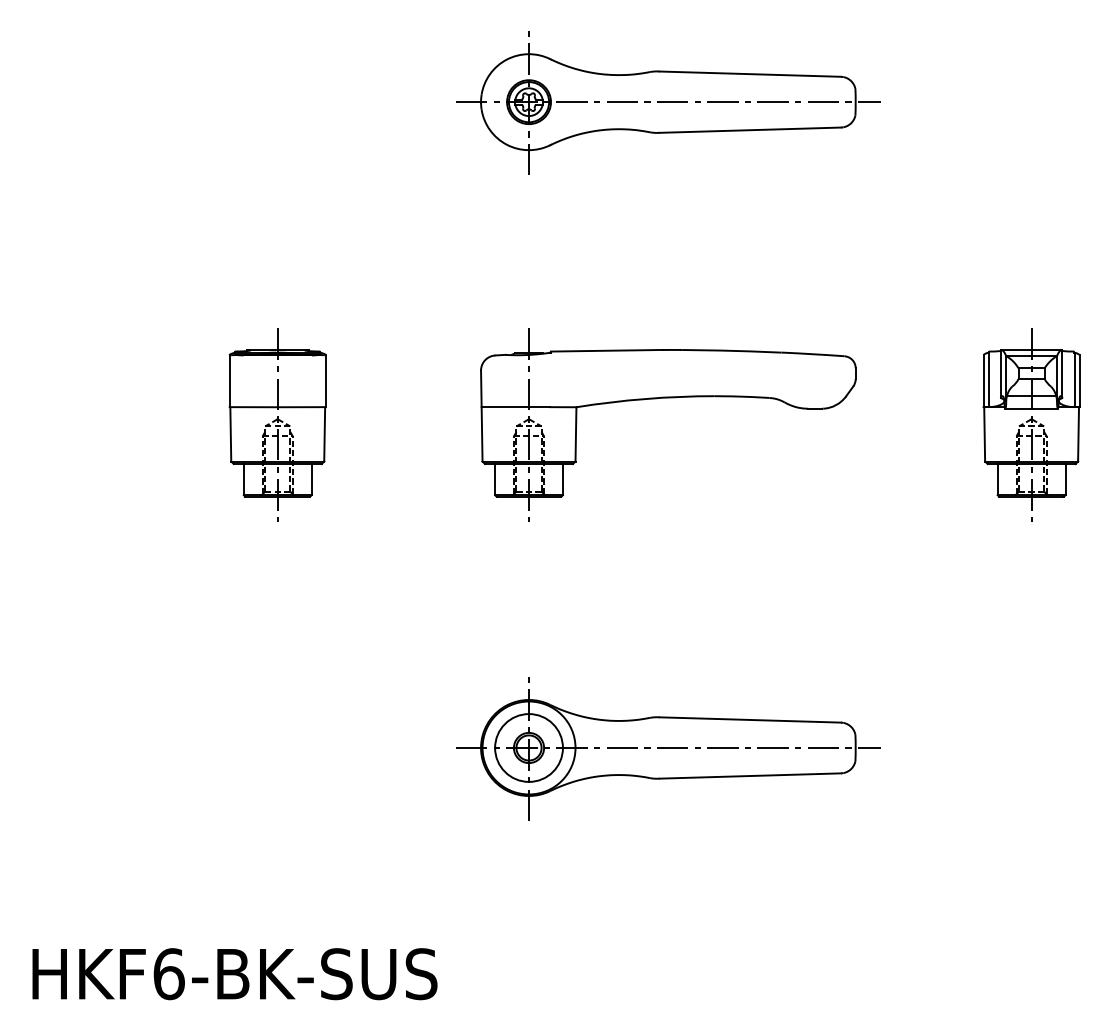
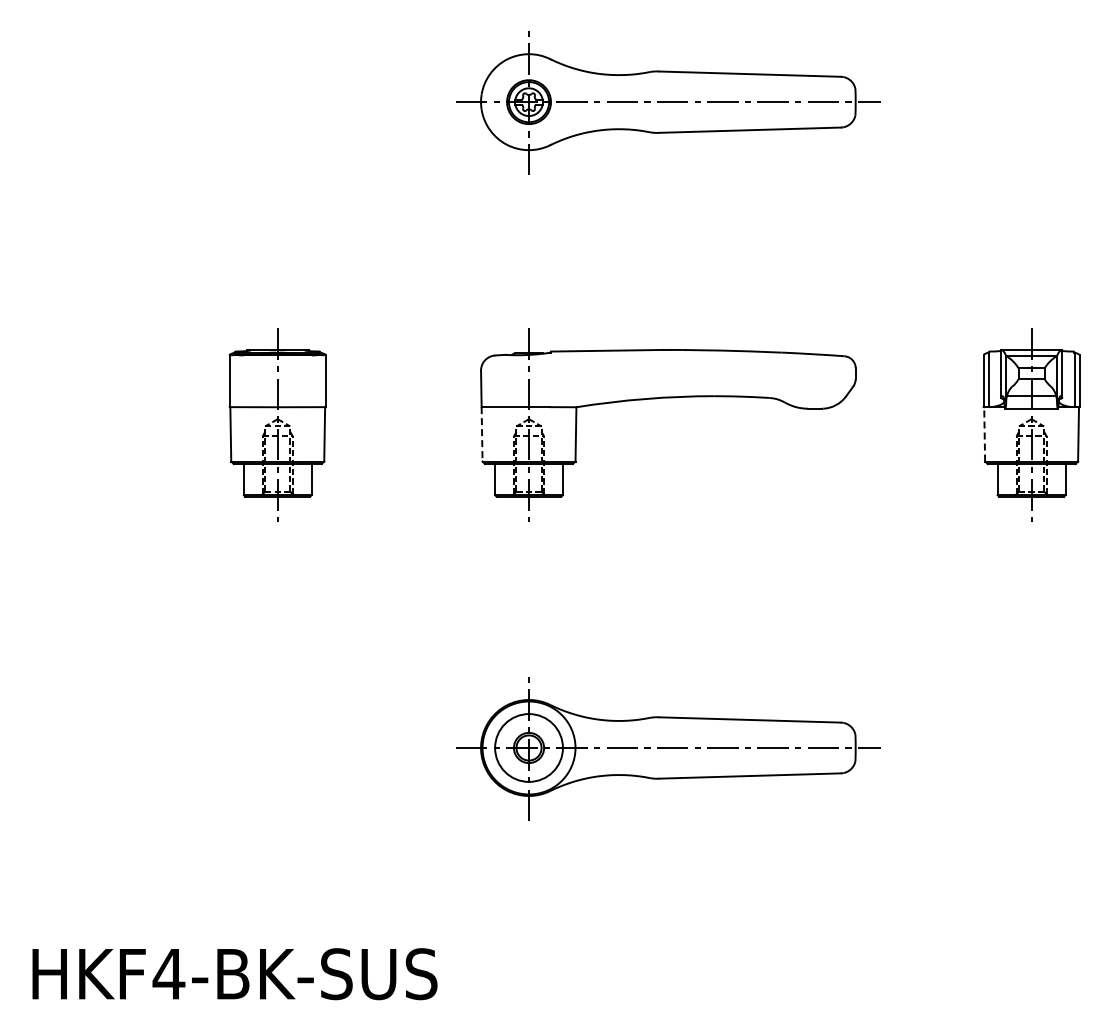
line at (984, 433): solid -> dashed
line at (482, 434): solid -> dashed
text at (168, 974): HKF6-BK-SUS -> HKF4-BK-SUS
